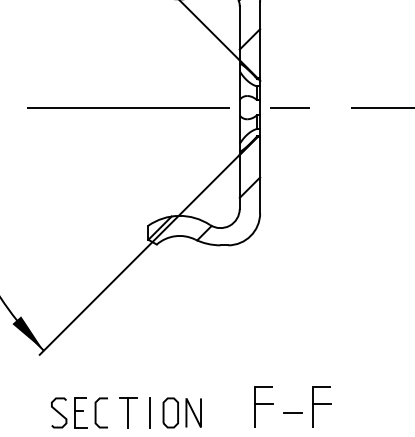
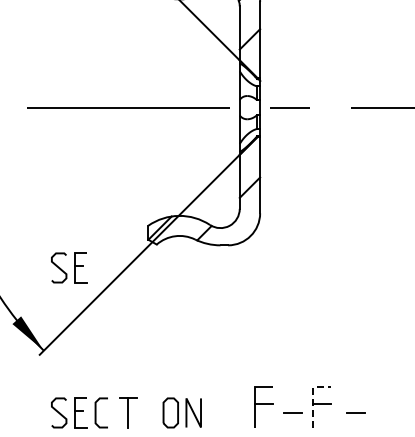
part at (69, 267): none -> present
line at (313, 397): solid -> dashed
line at (150, 412): present -> none
line at (355, 412): none -> present
